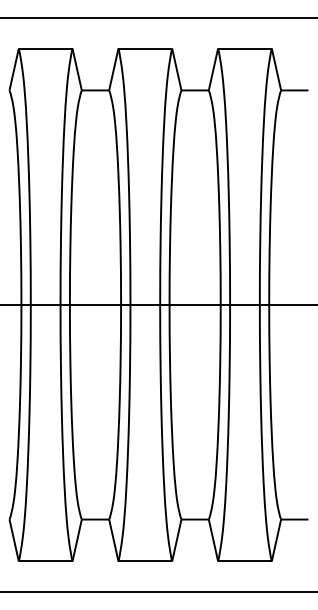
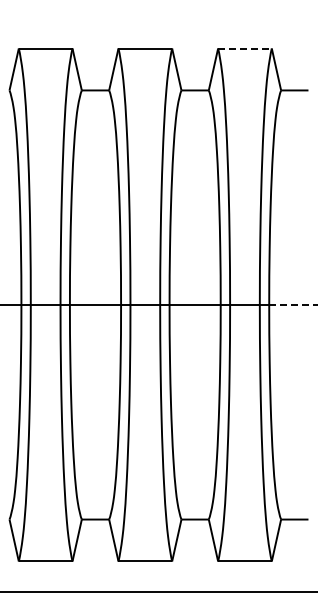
line at (158, 18): present -> none
line at (245, 48): solid -> dashed
line at (292, 304): solid -> dashed
